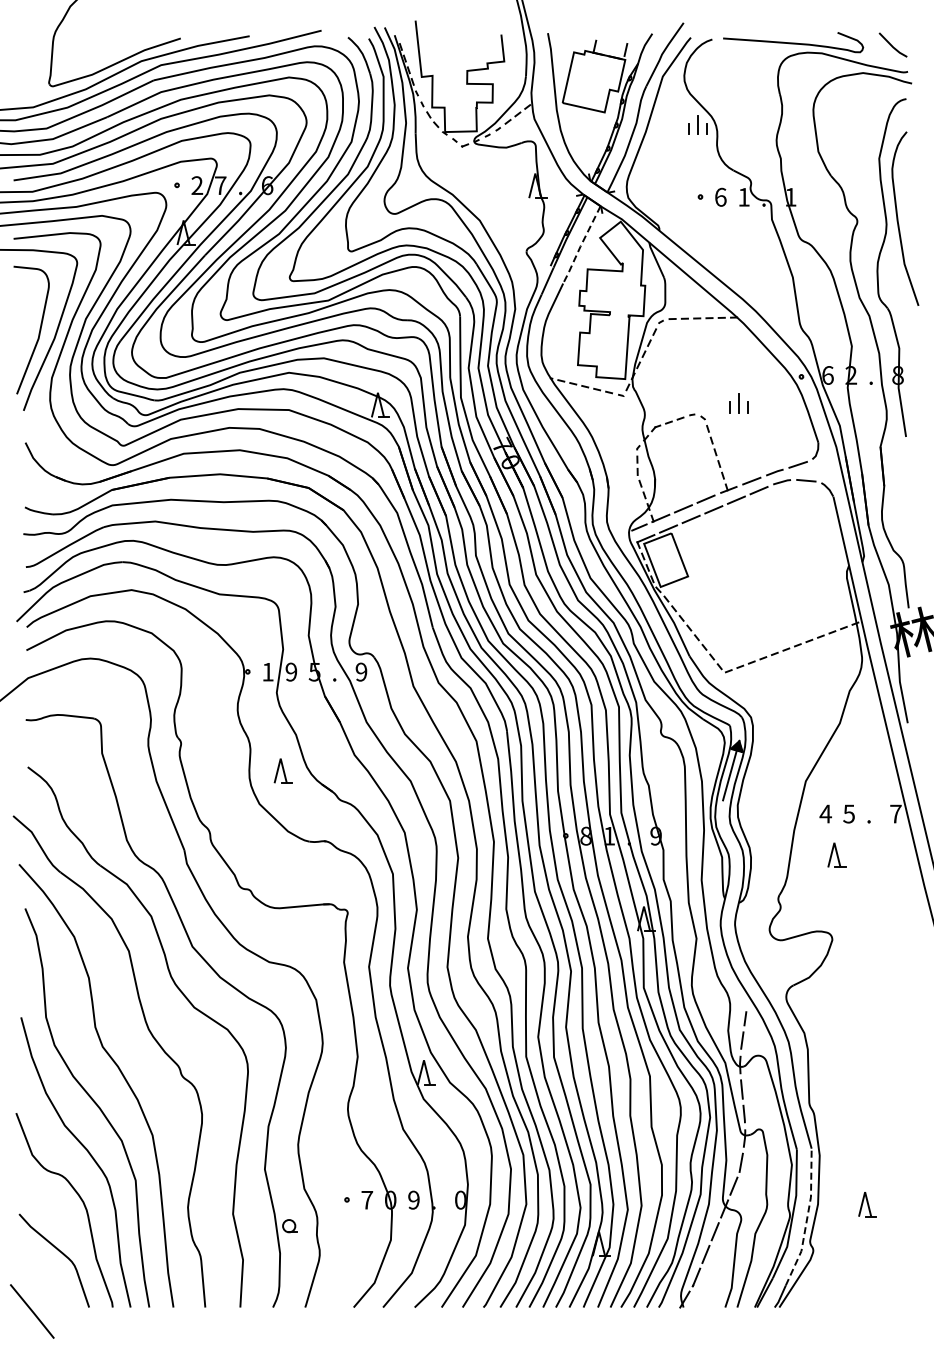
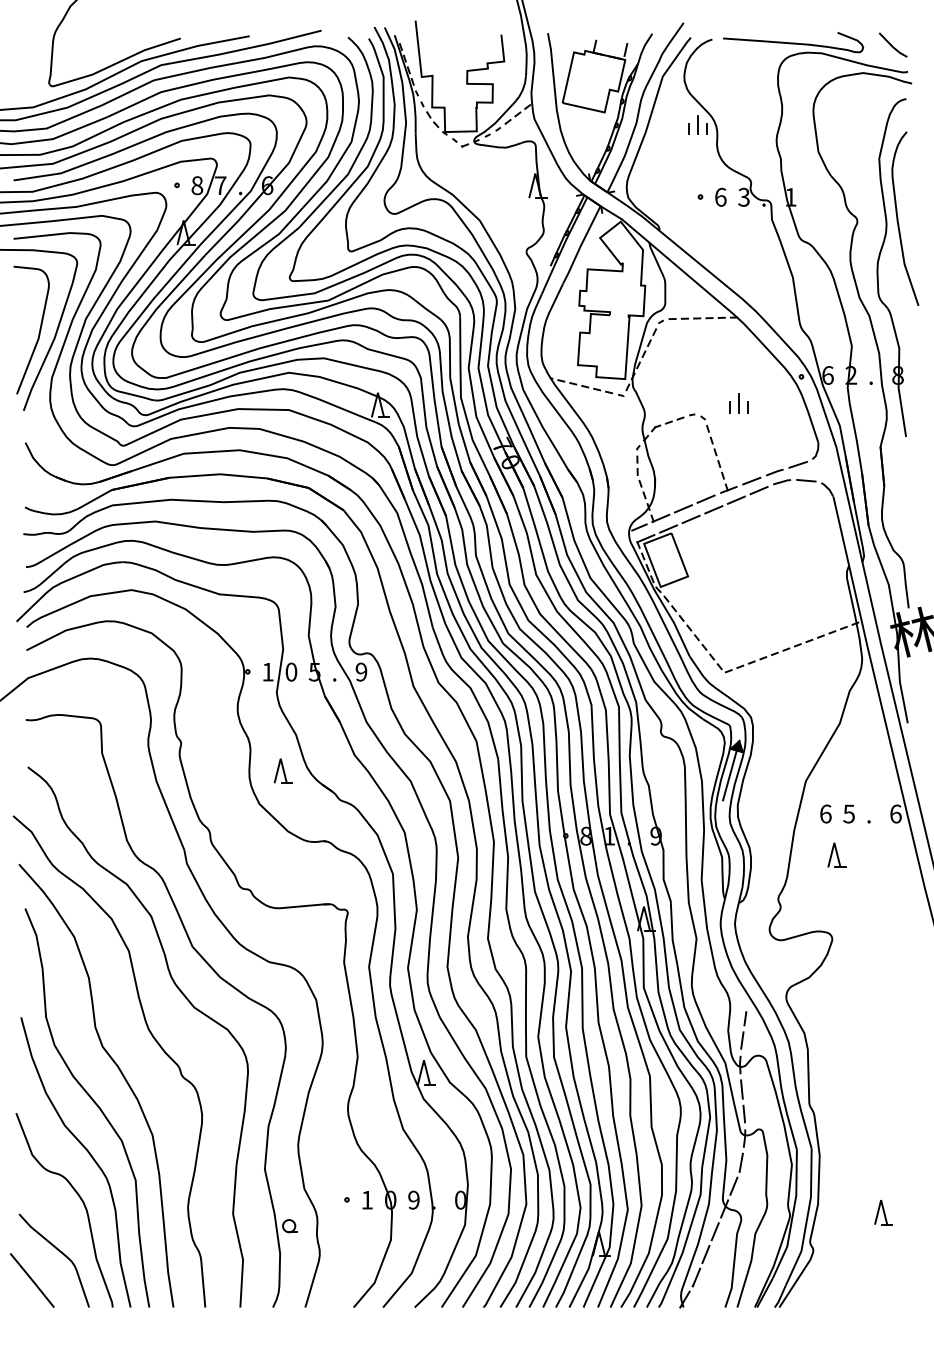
text at (197, 185): 2 -> 8
text at (743, 196): 1 -> 3
line at (580, 246): dashed -> solid
text at (291, 671): 9 -> 0
text at (825, 813): 4 -> 6
text at (895, 813): 7 -> 6
text at (367, 1200): 7 -> 1
part at (867, 1204) position: (867, 1204) -> (883, 1212)
line at (807, 1218): dashed -> solid
line at (32, 1311) position: (32, 1311) -> (32, 1280)
